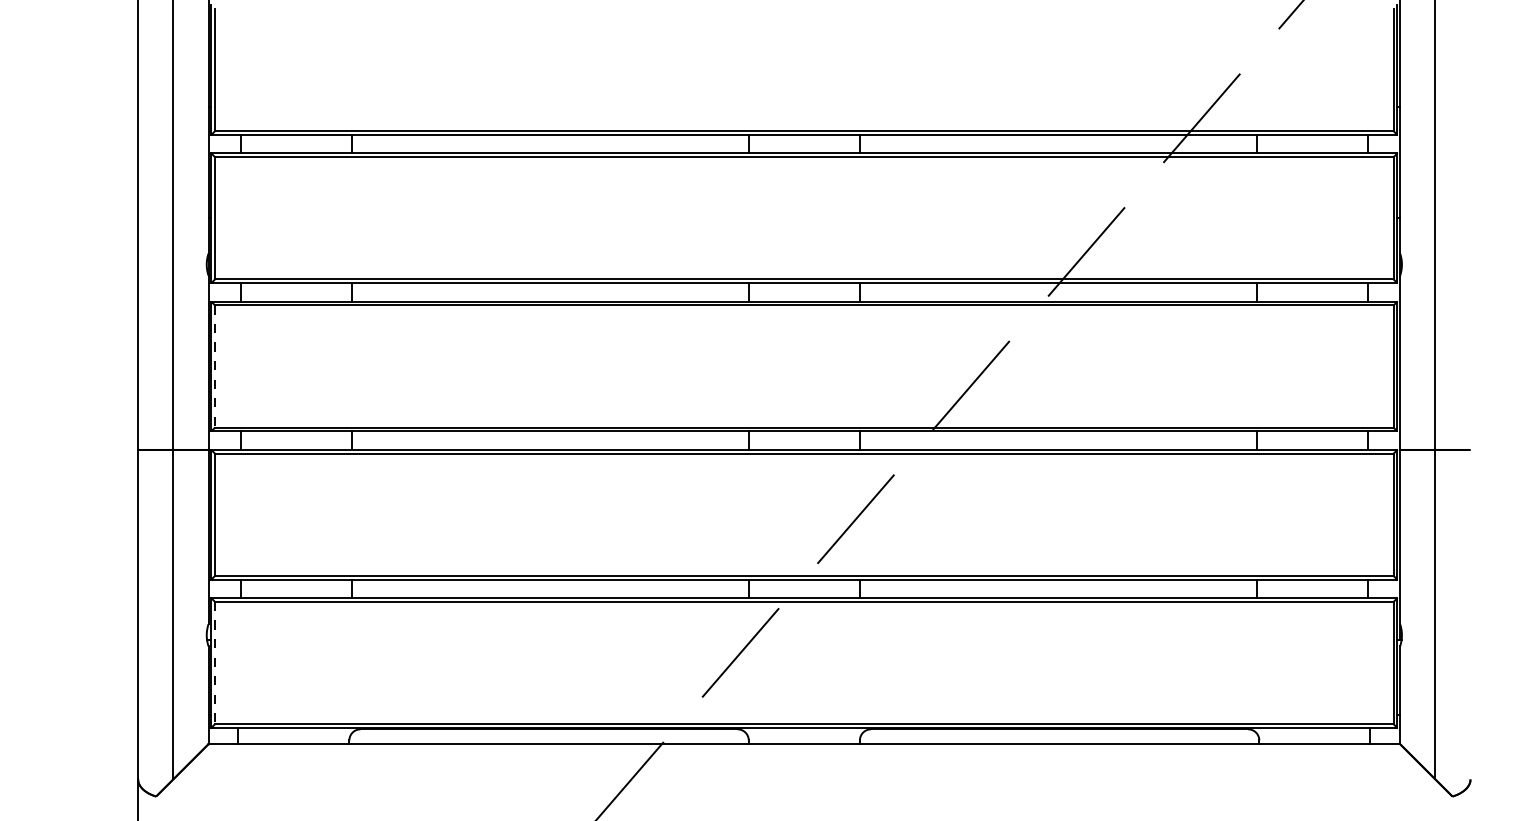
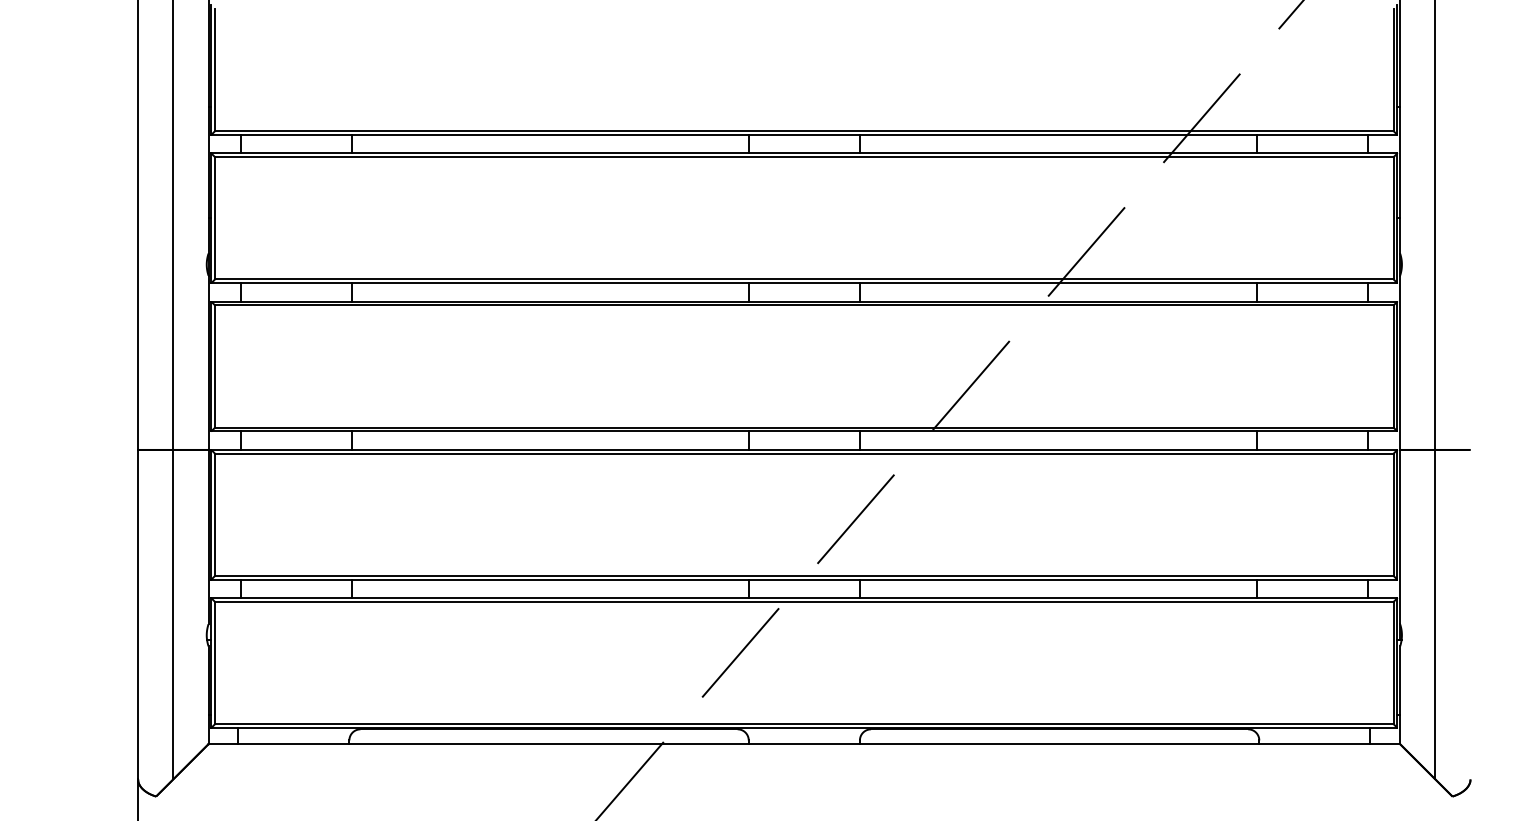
line at (215, 367): dashed -> solid
line at (215, 663): dashed -> solid
